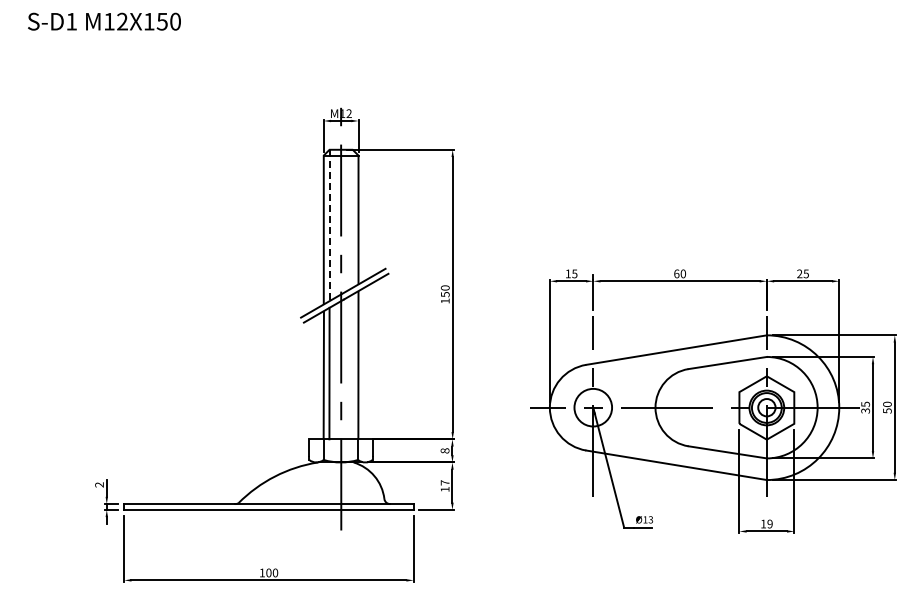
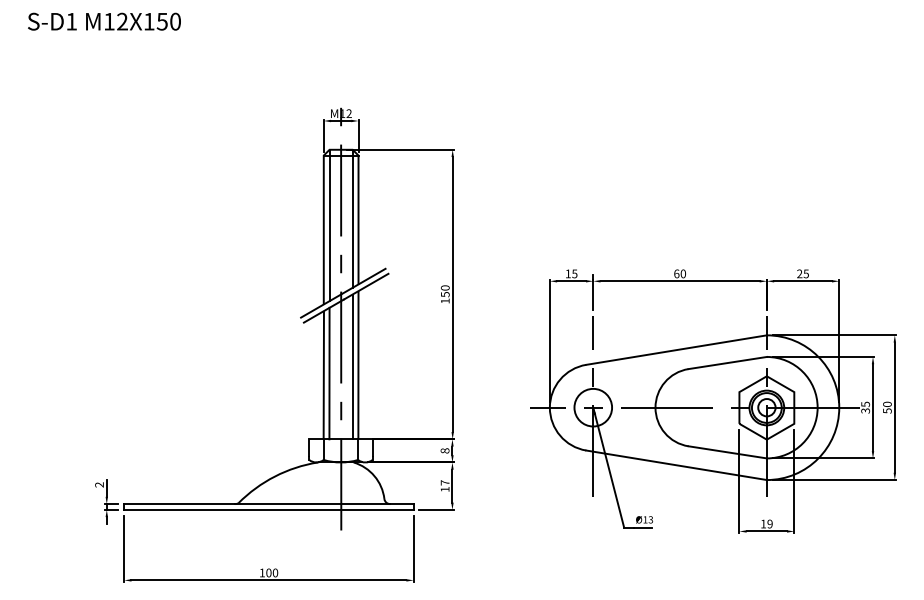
line at (352, 218): none -> present
line at (329, 225): dashed -> solid
line at (352, 366): none -> present
